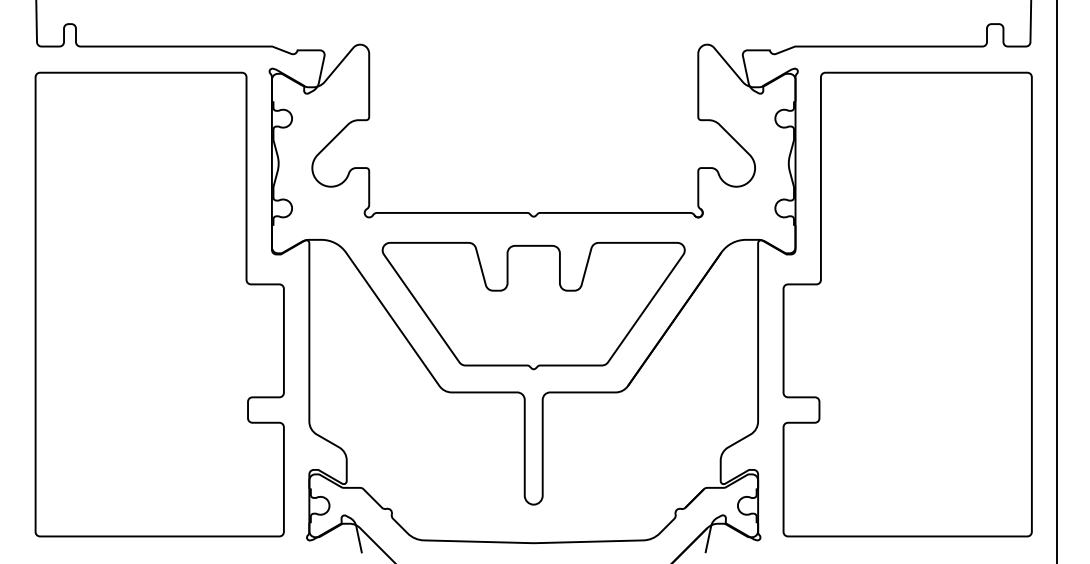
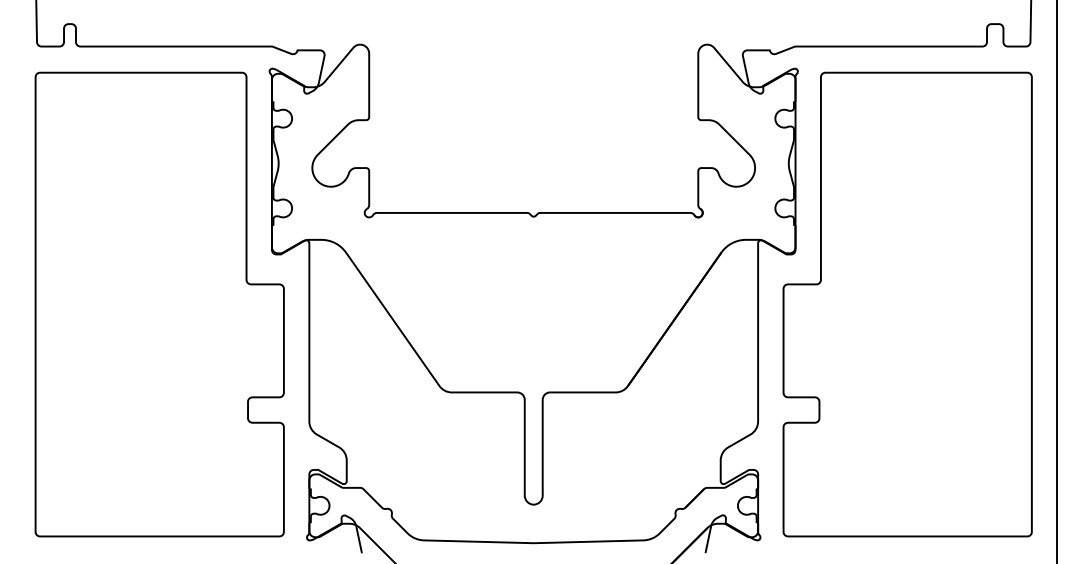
part at (533, 306): present -> none
